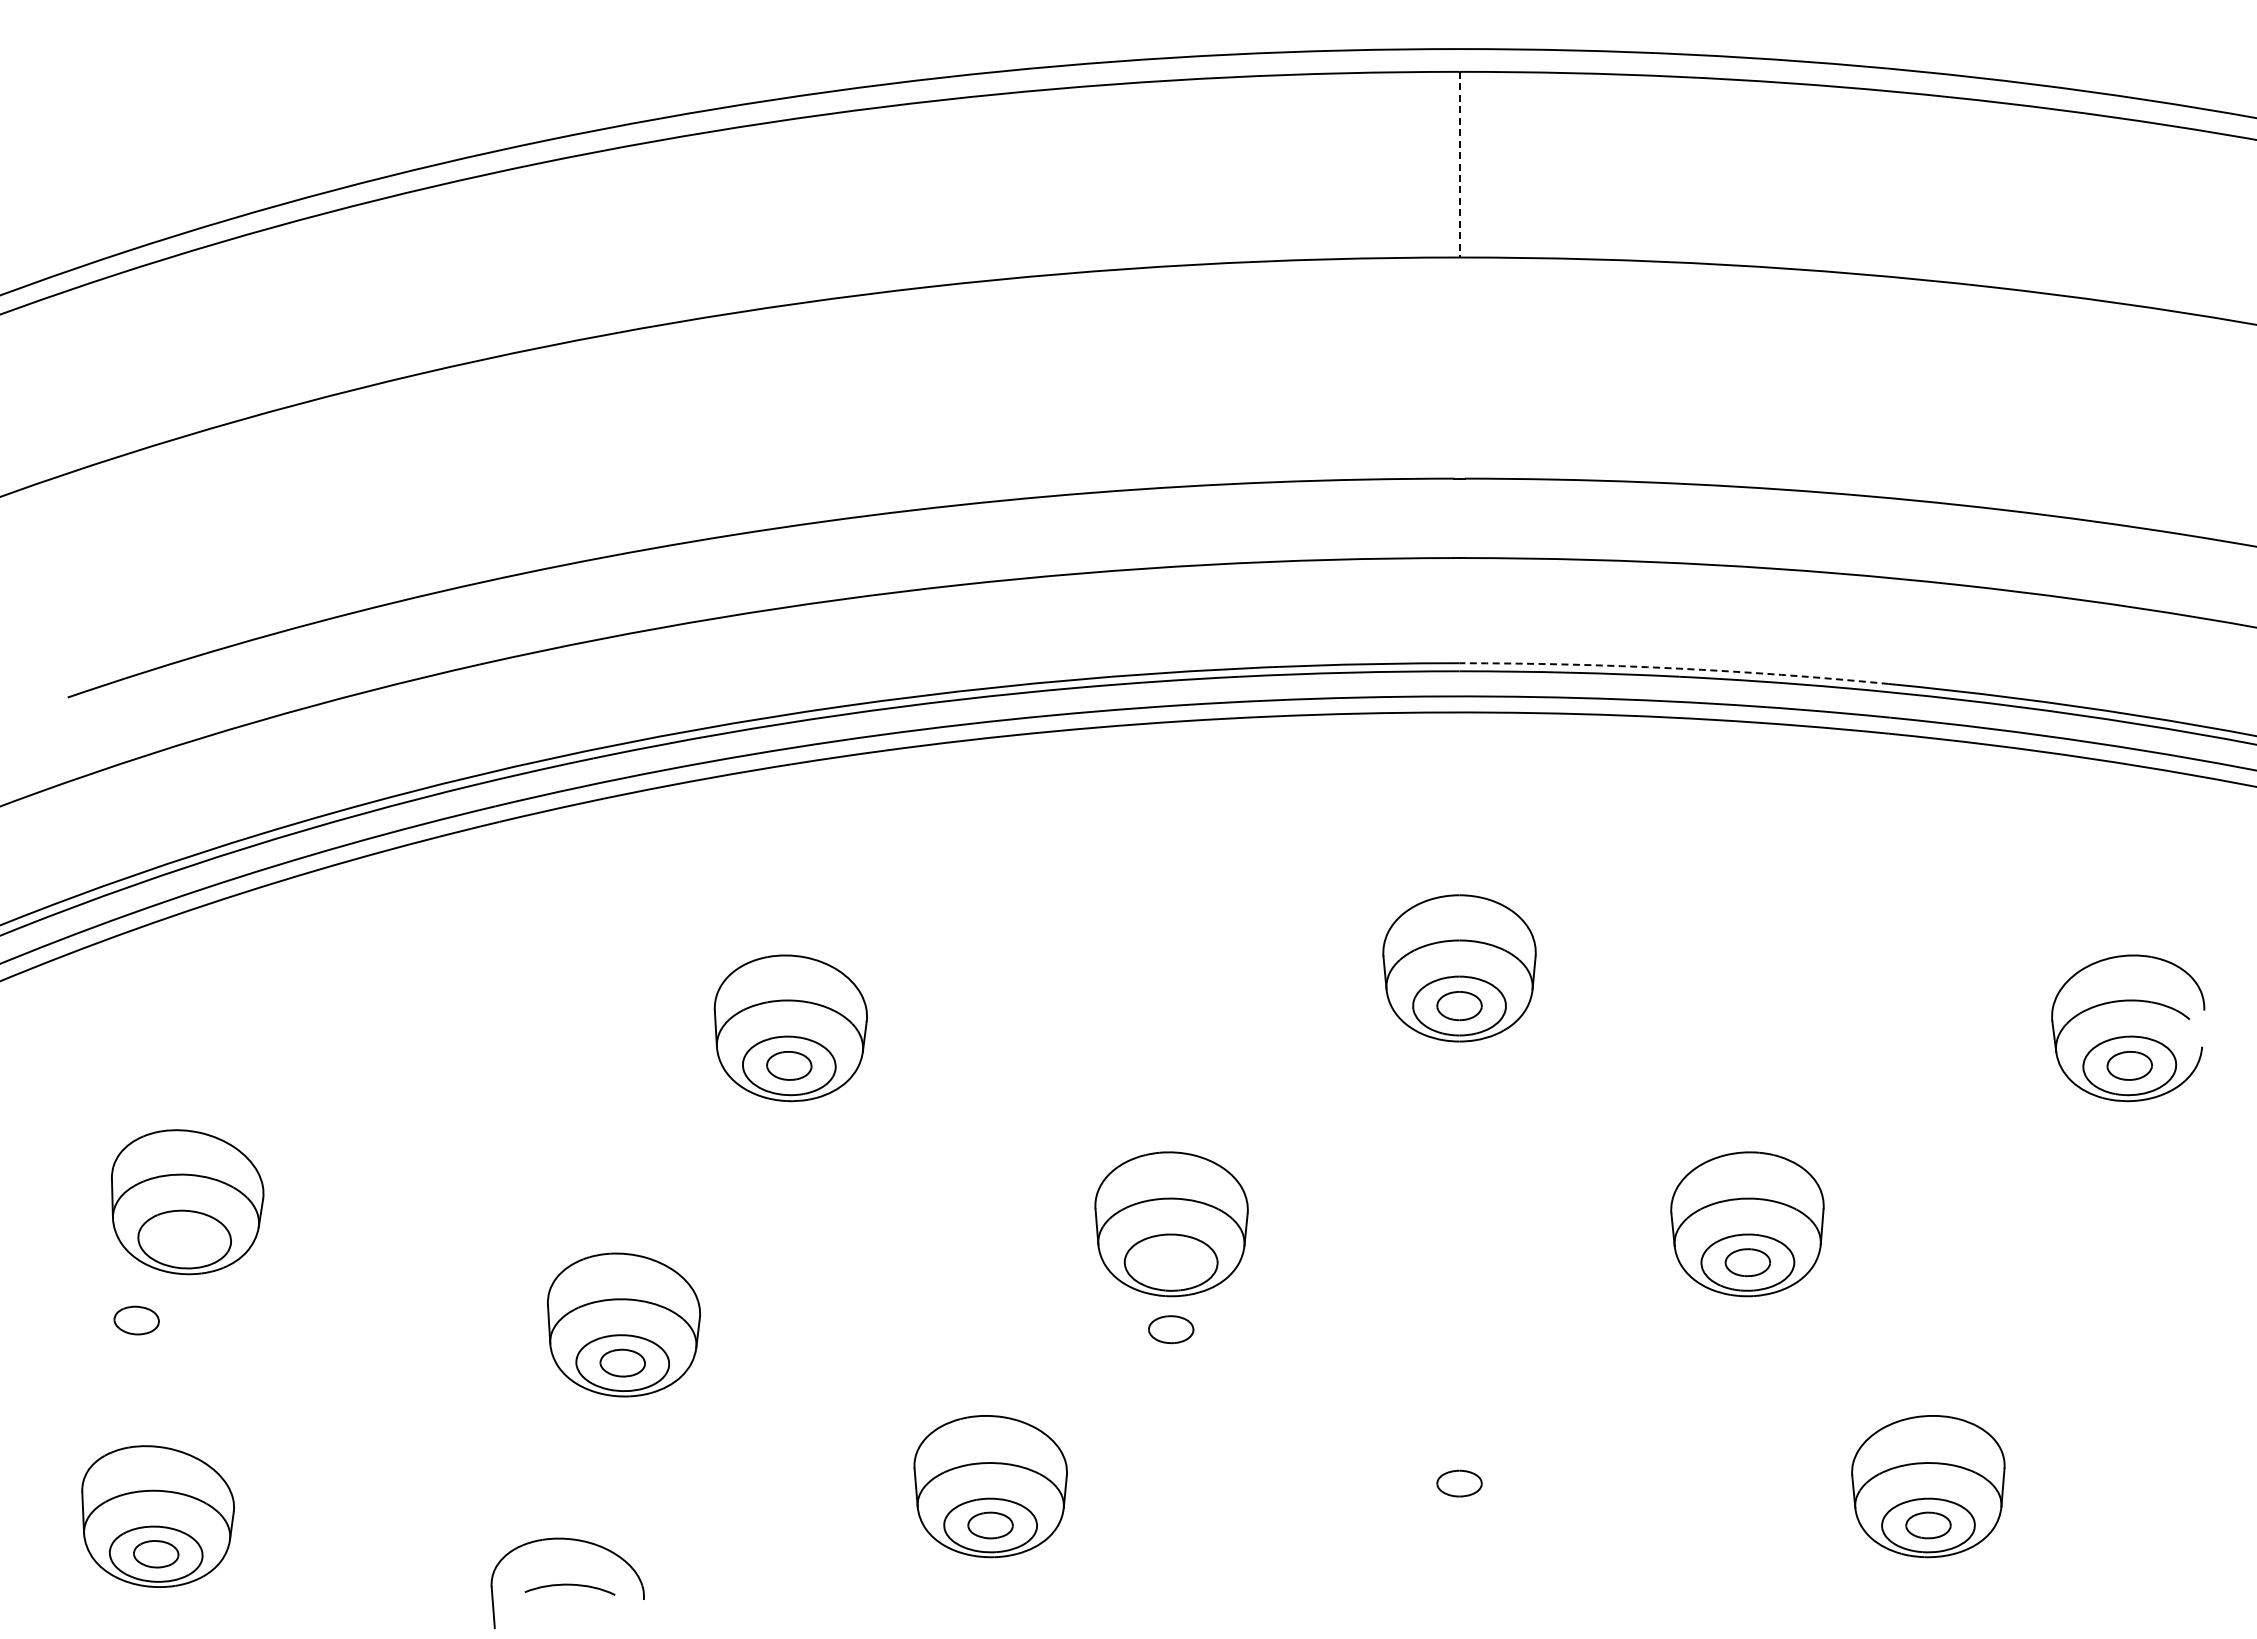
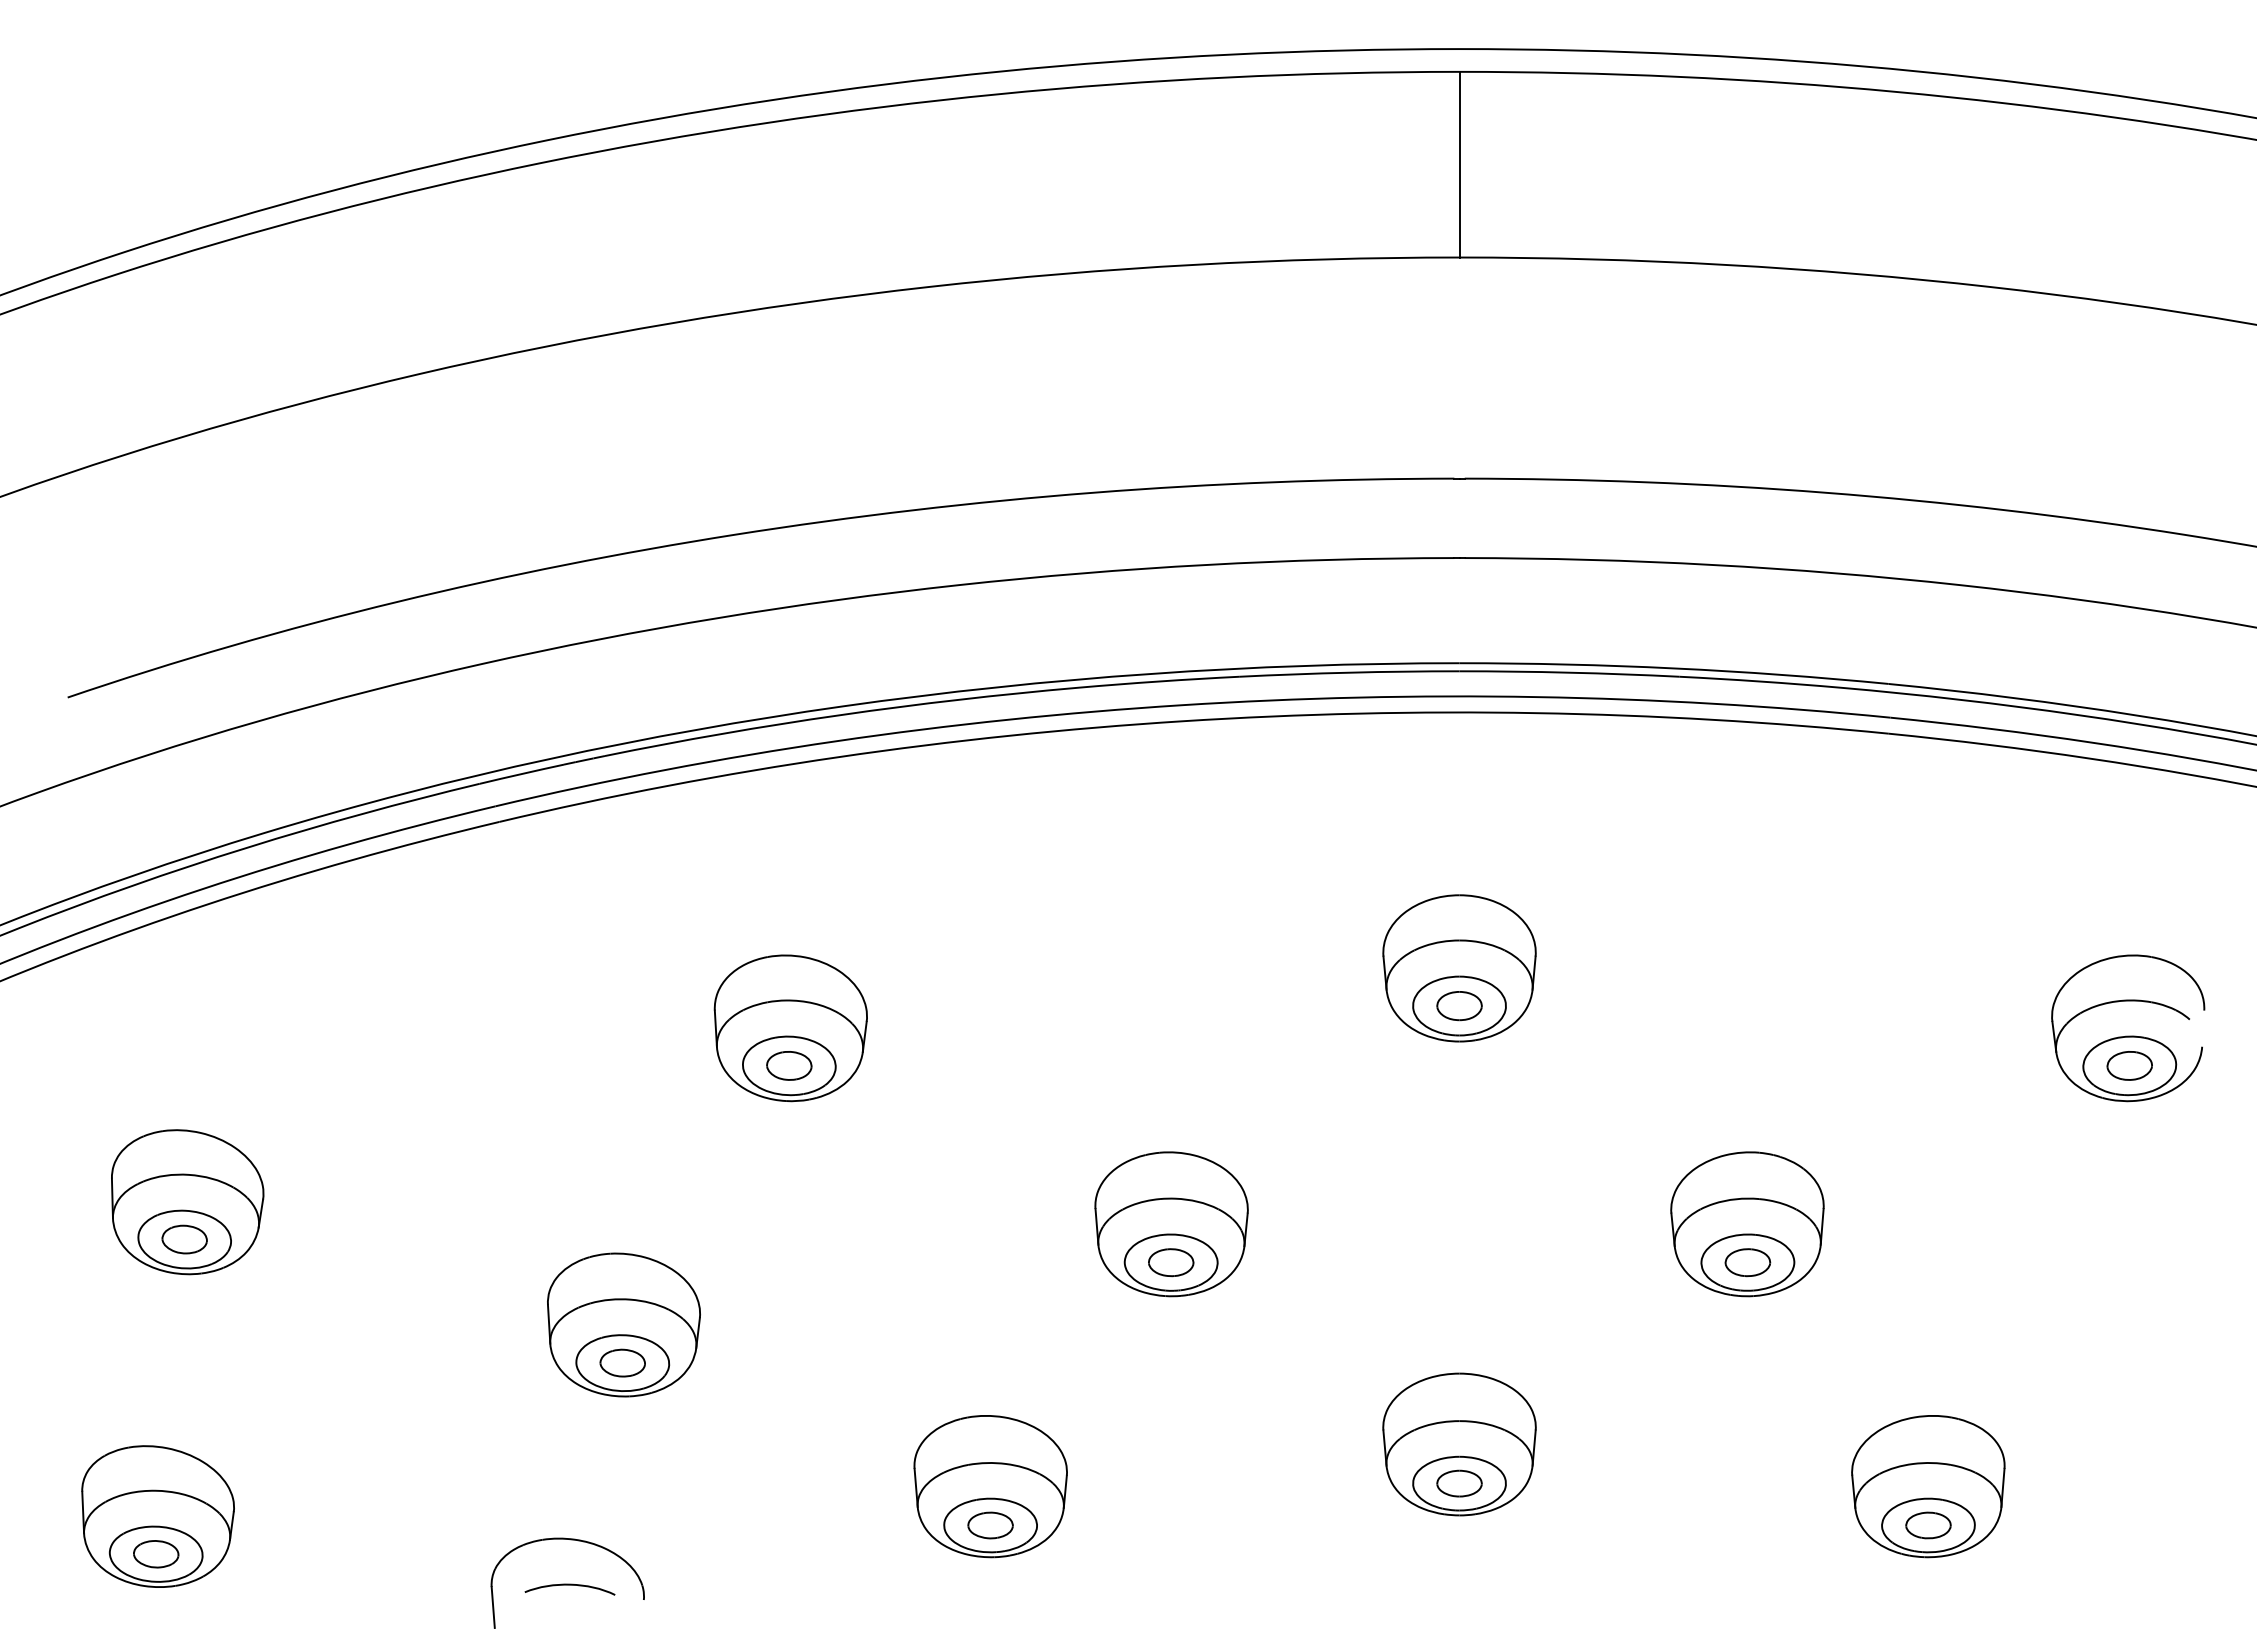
line at (1459, 164): dashed -> solid
arc at (1674, 668): dashed -> solid
part at (136, 1320) position: (136, 1320) -> (184, 1239)
part at (1171, 1329) position: (1171, 1329) -> (1171, 1262)
part at (1459, 1444): none -> present
